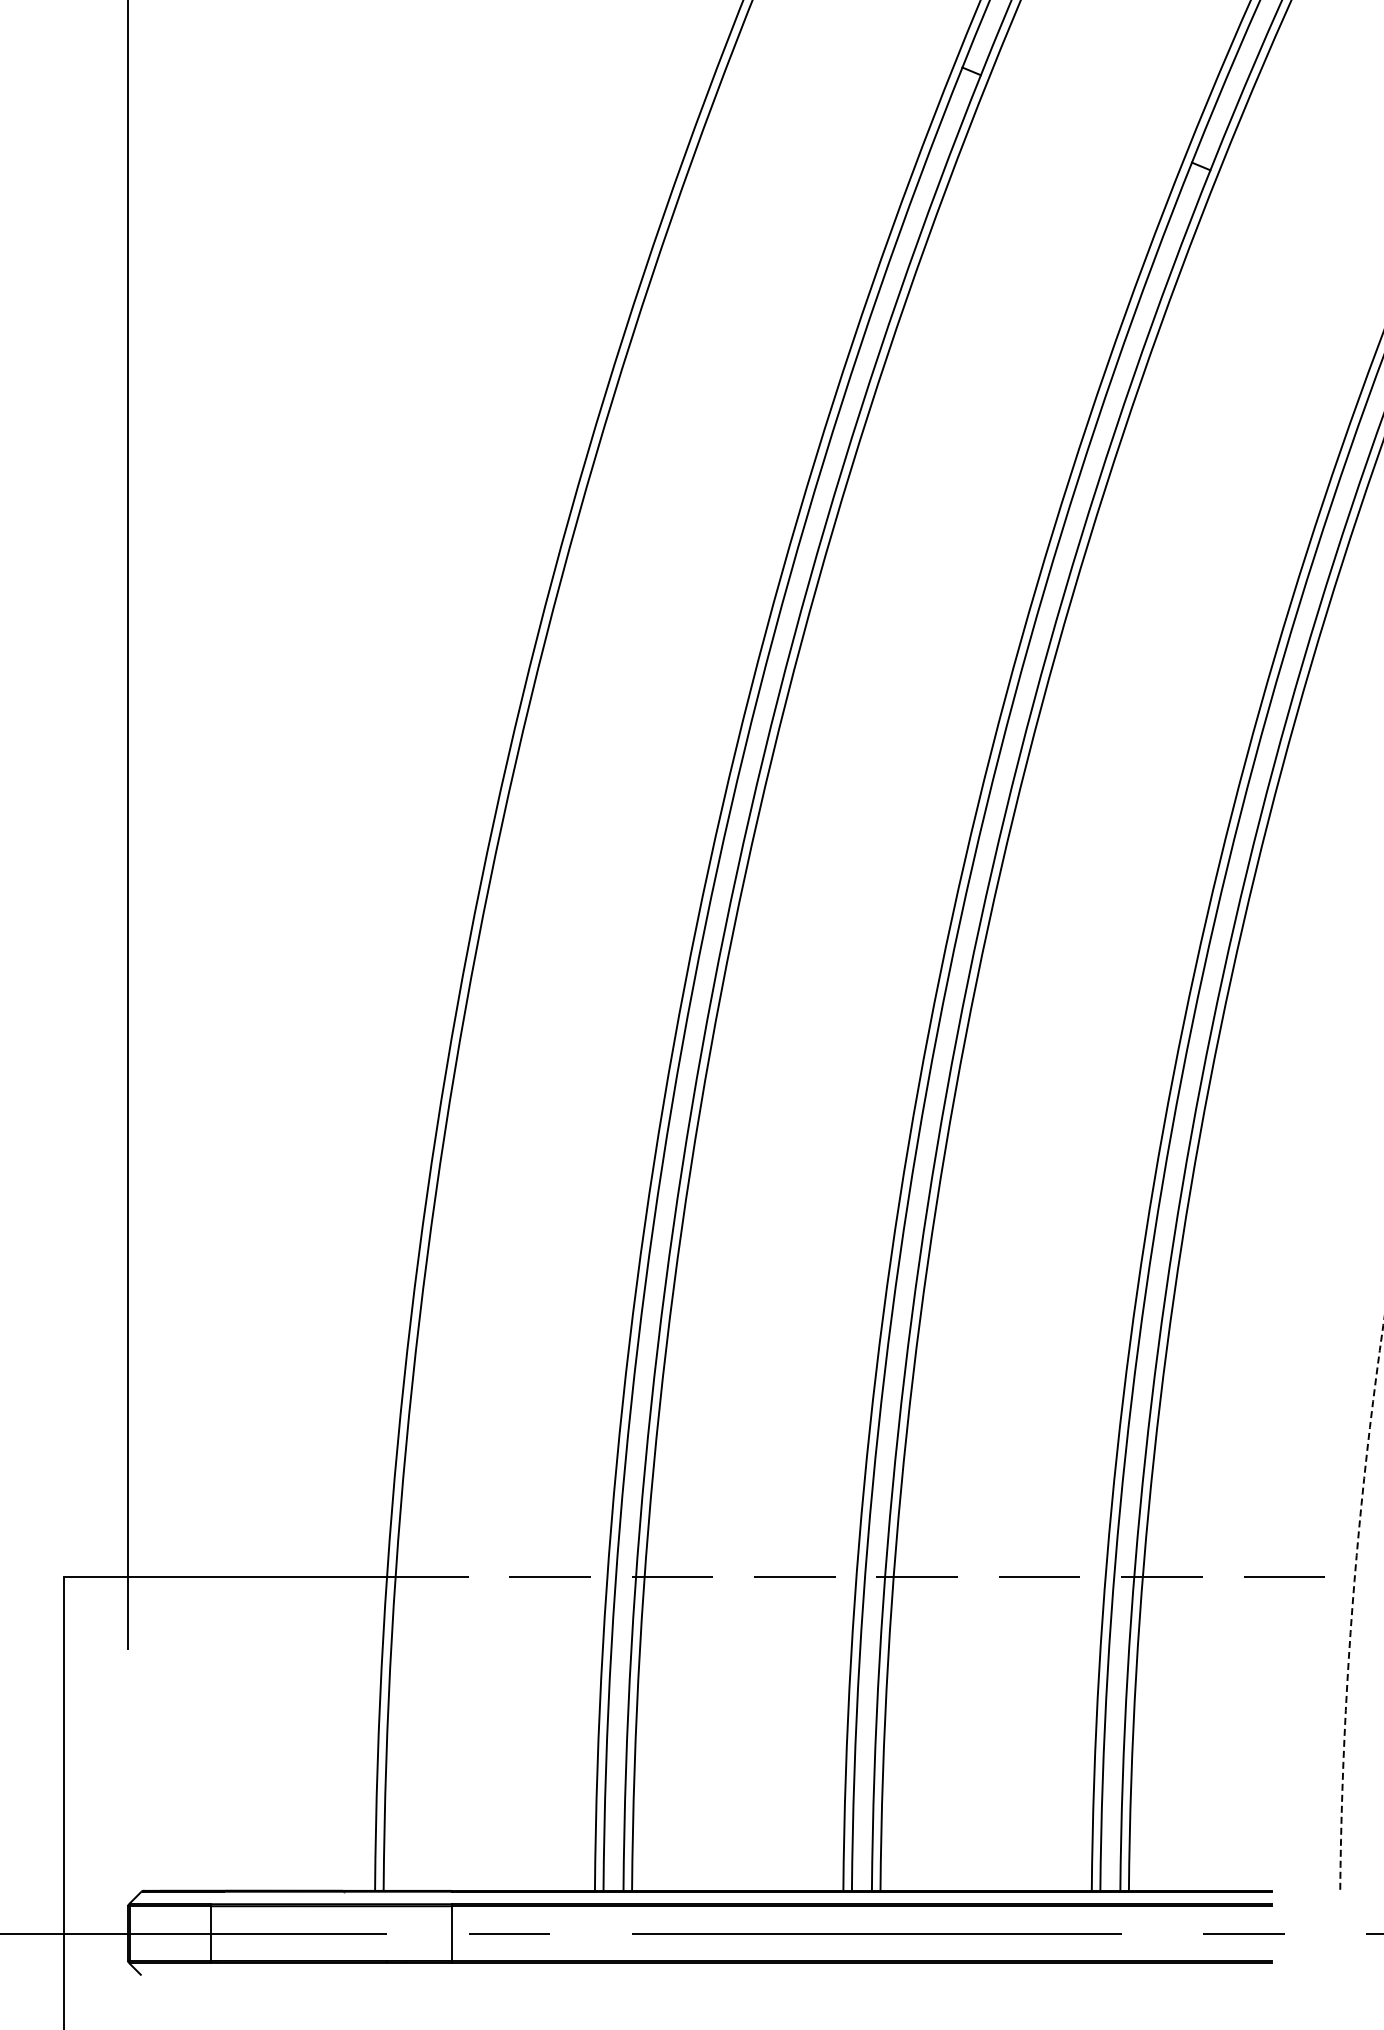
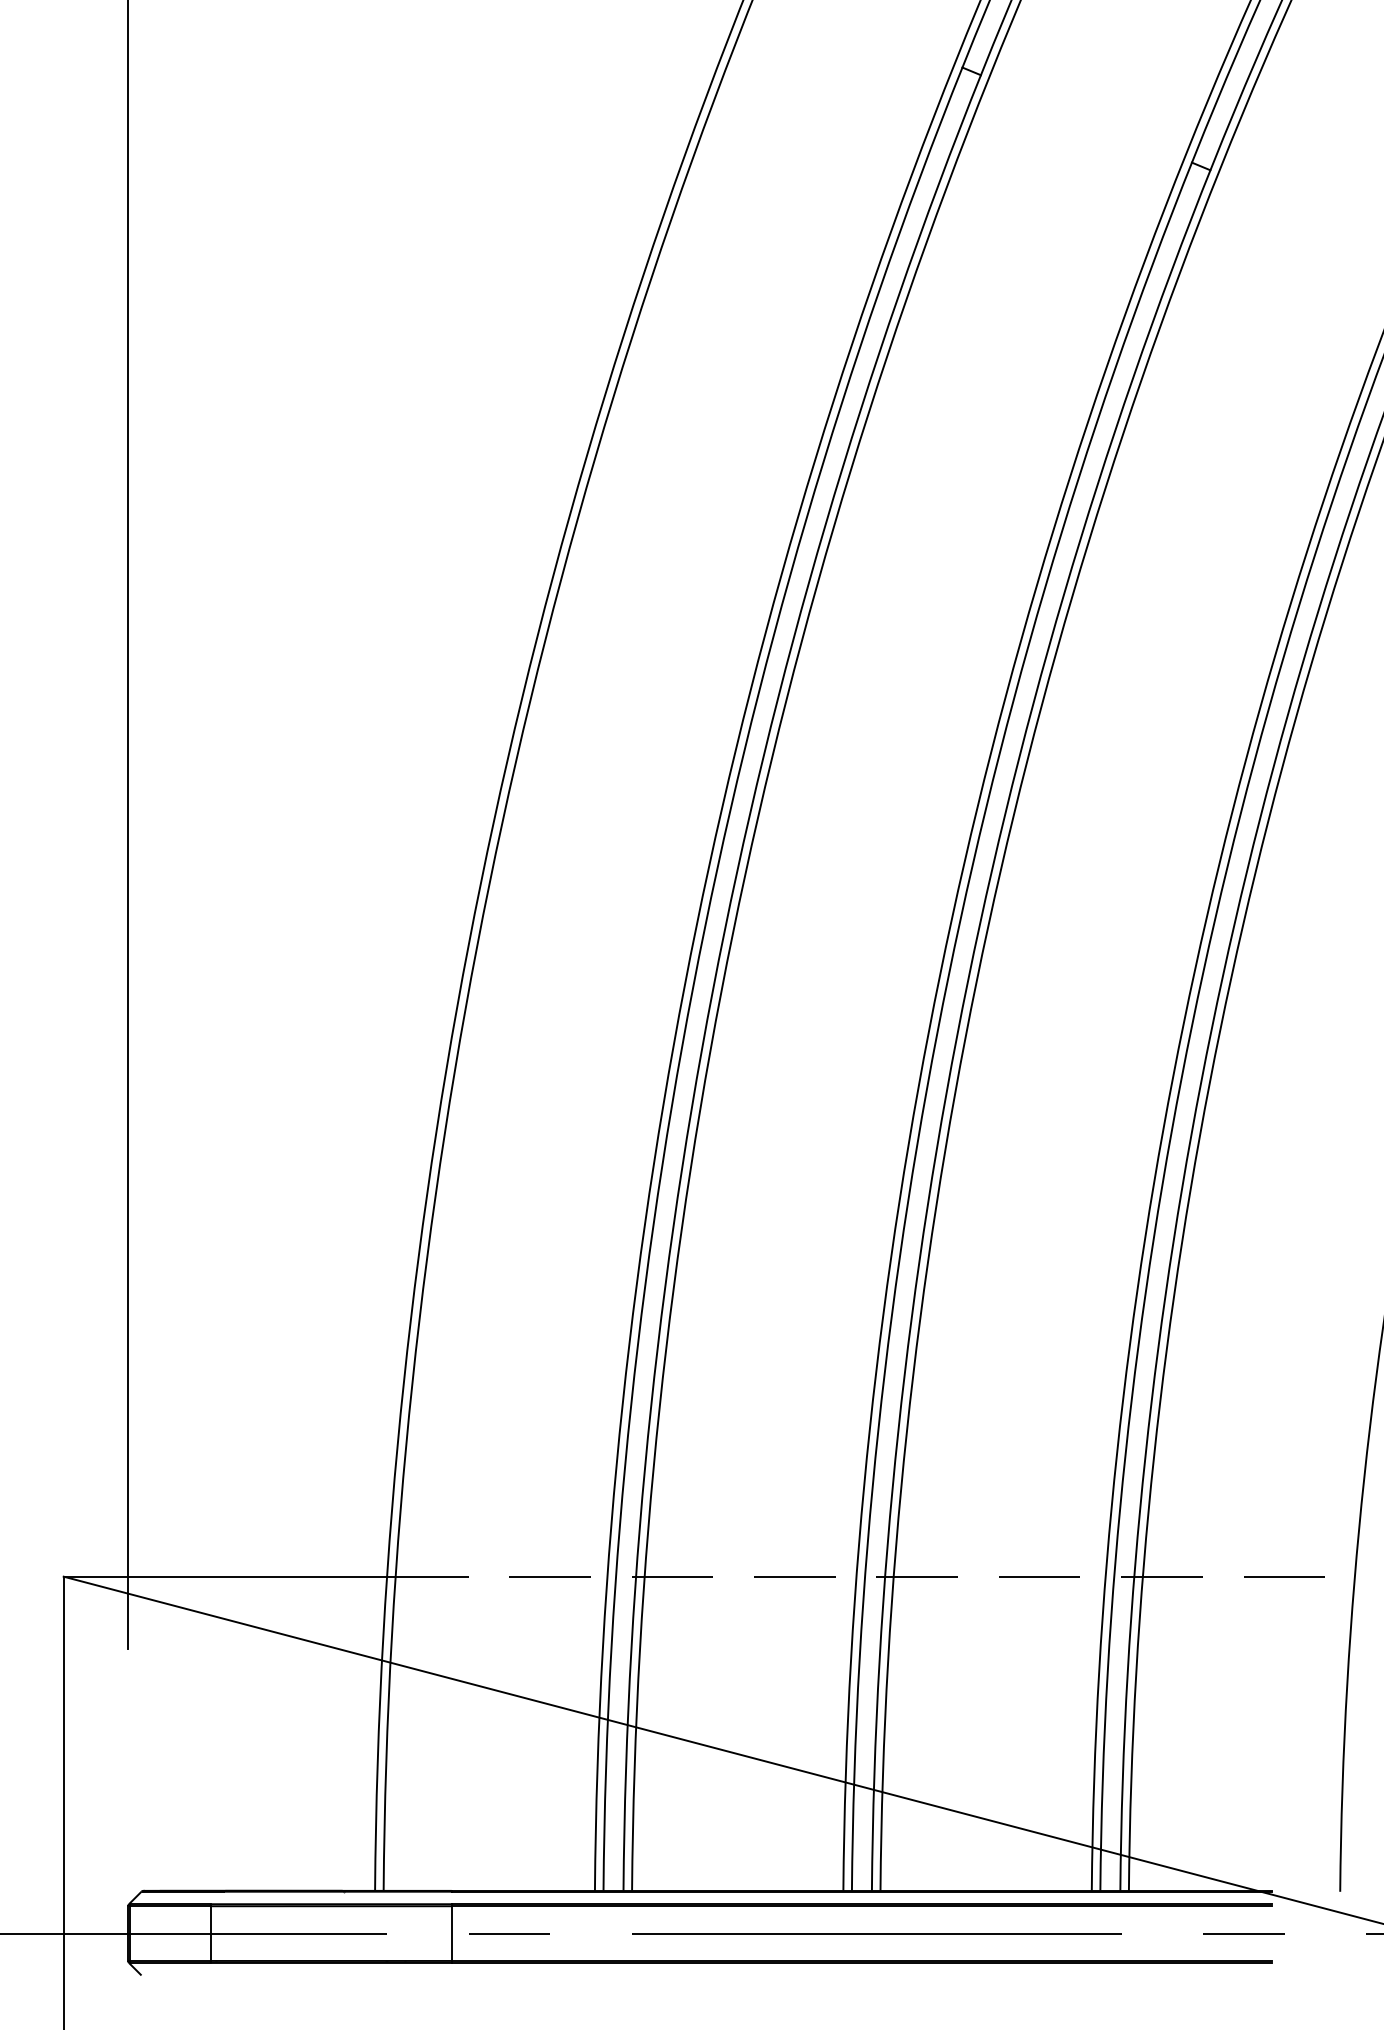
arc at (1352, 1605): dashed -> solid
line at (721, 1749): none -> present
